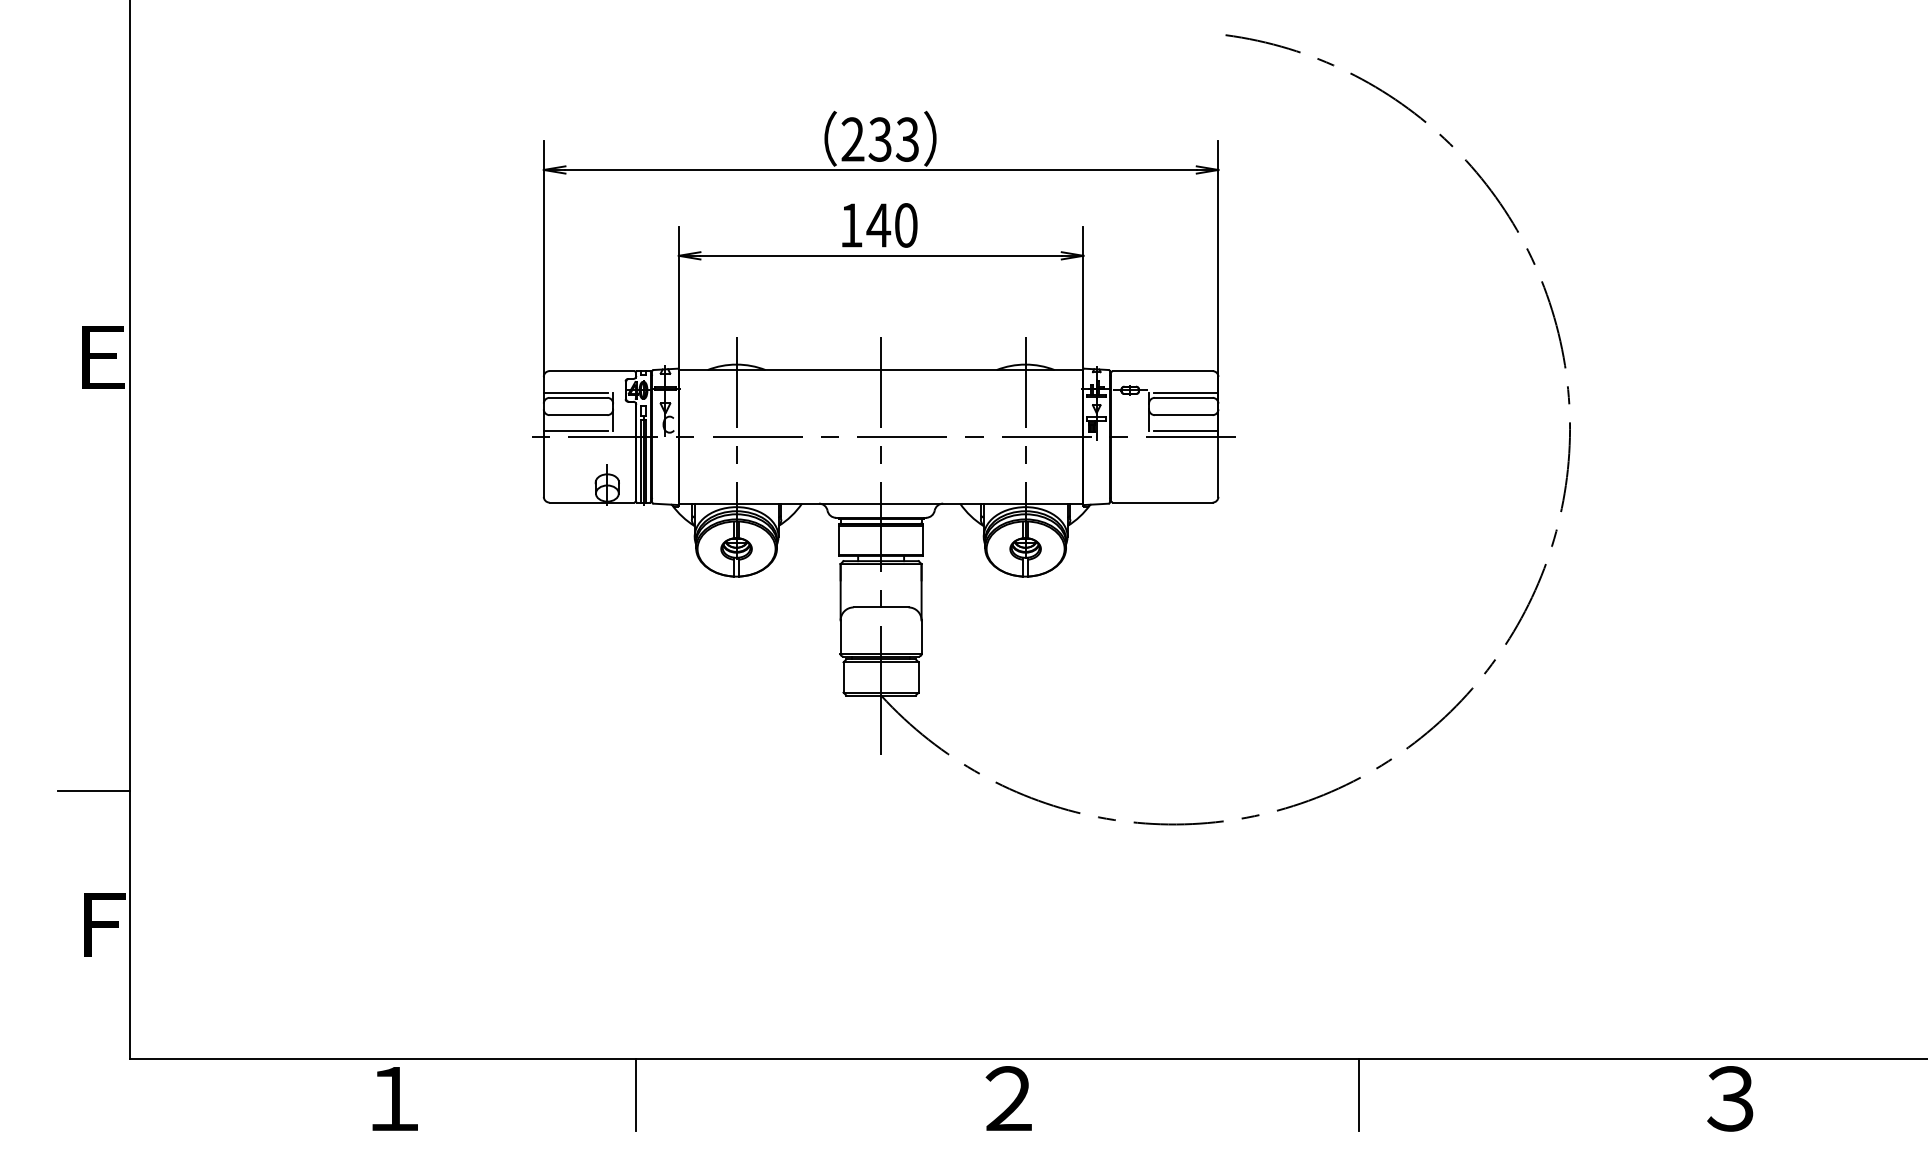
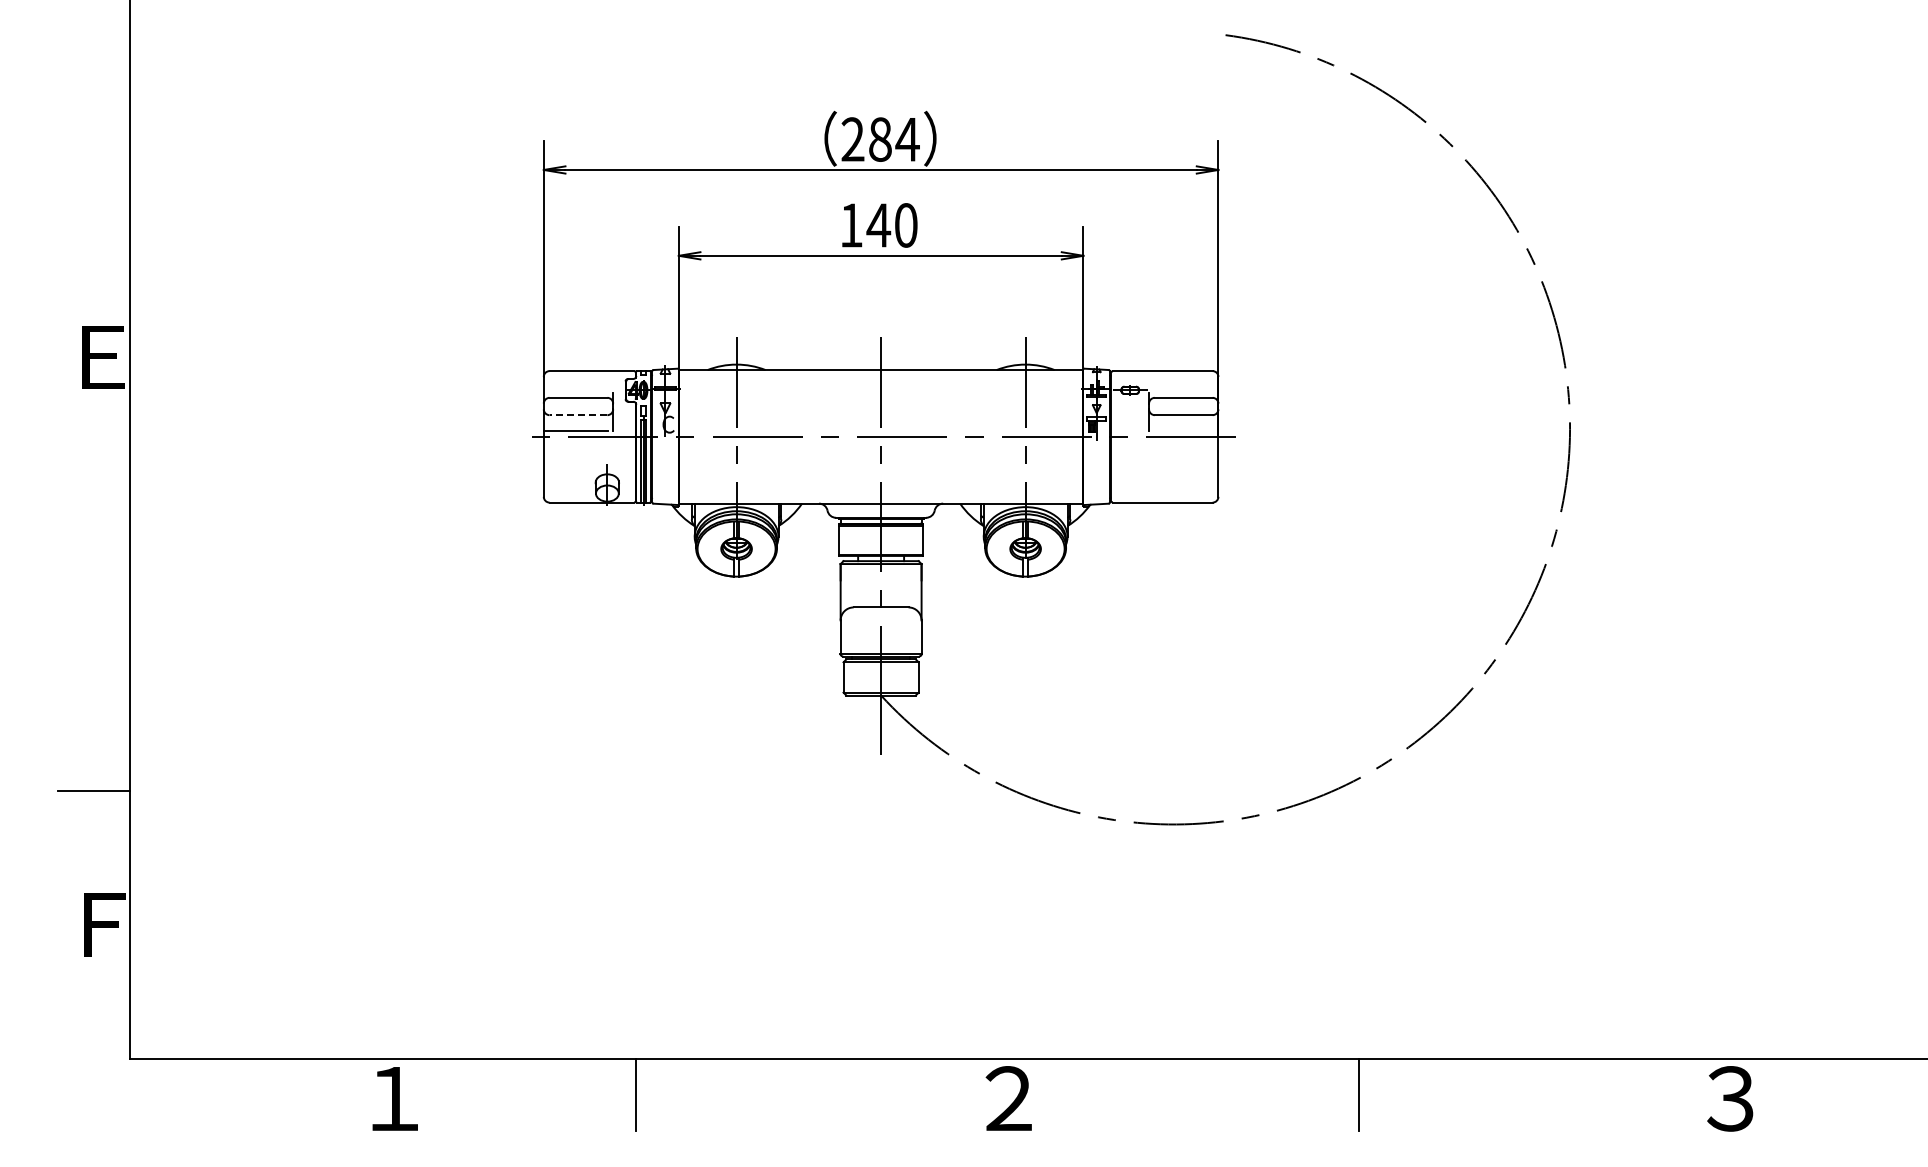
text at (893, 139): 233 -> 284
line at (575, 393): present -> none
line at (1186, 393): present -> none
line at (578, 415): solid -> dashed
line at (1186, 430): present -> none
